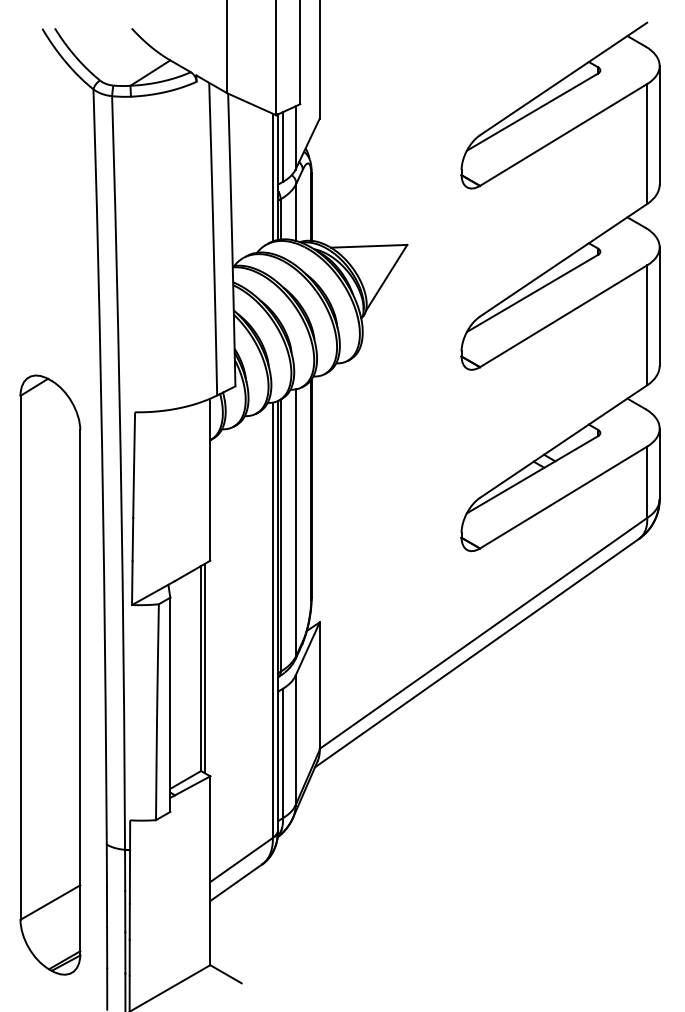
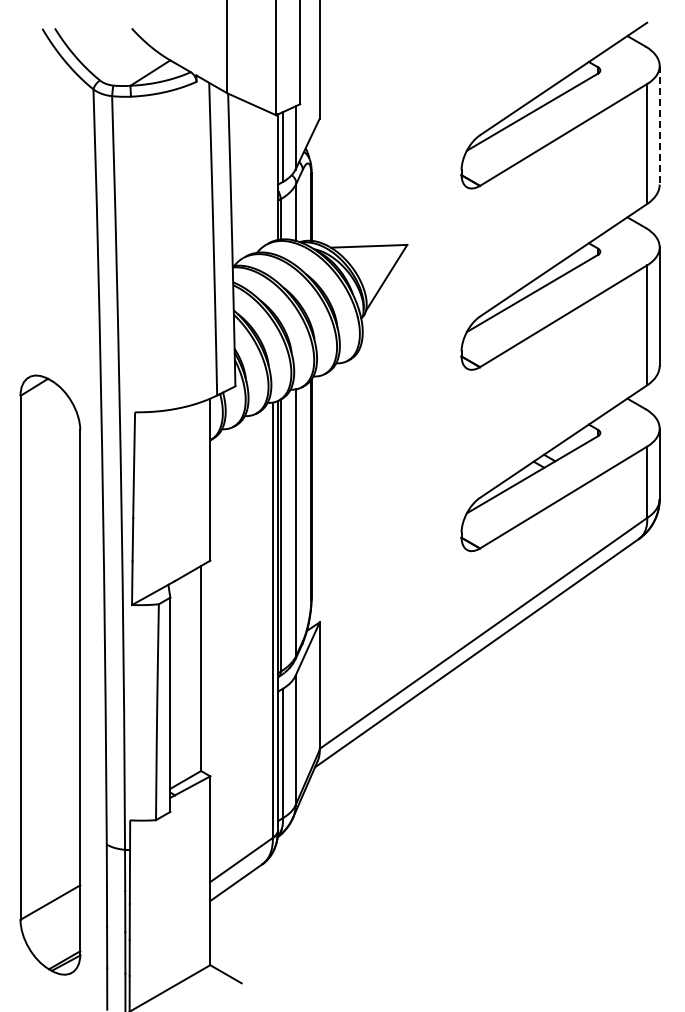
line at (659, 125): solid -> dashed
line at (272, 177): present -> none
line at (204, 668): present -> none
